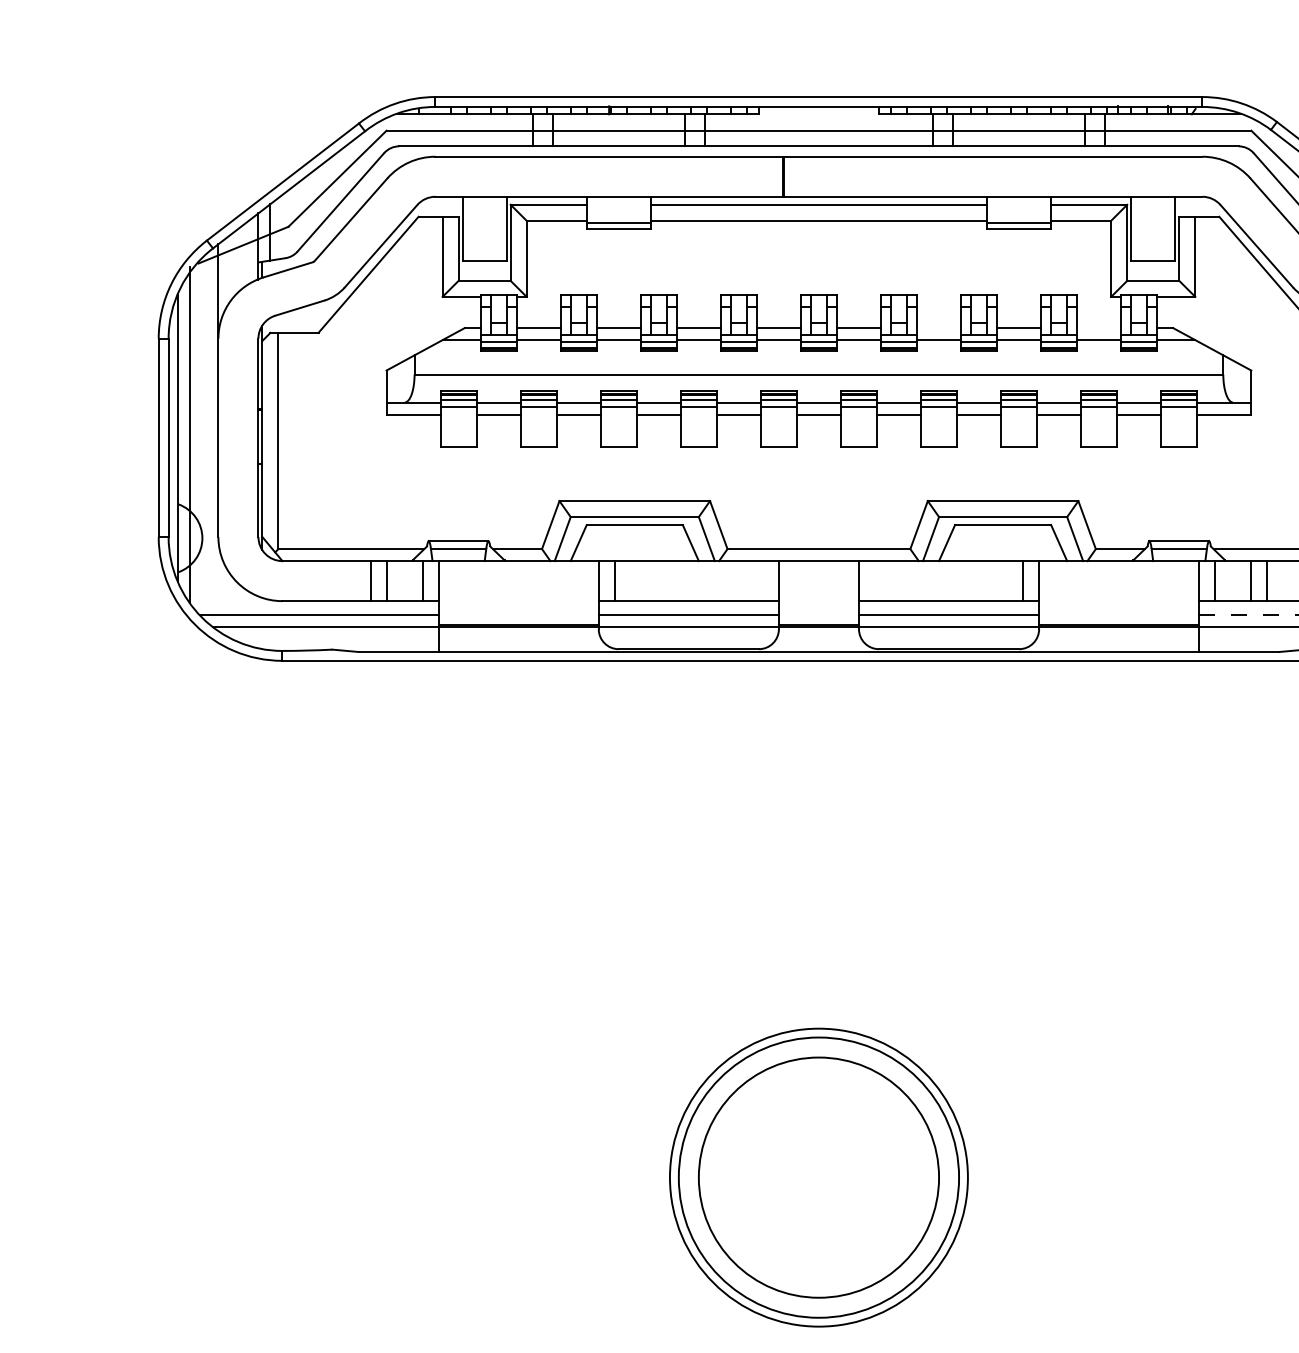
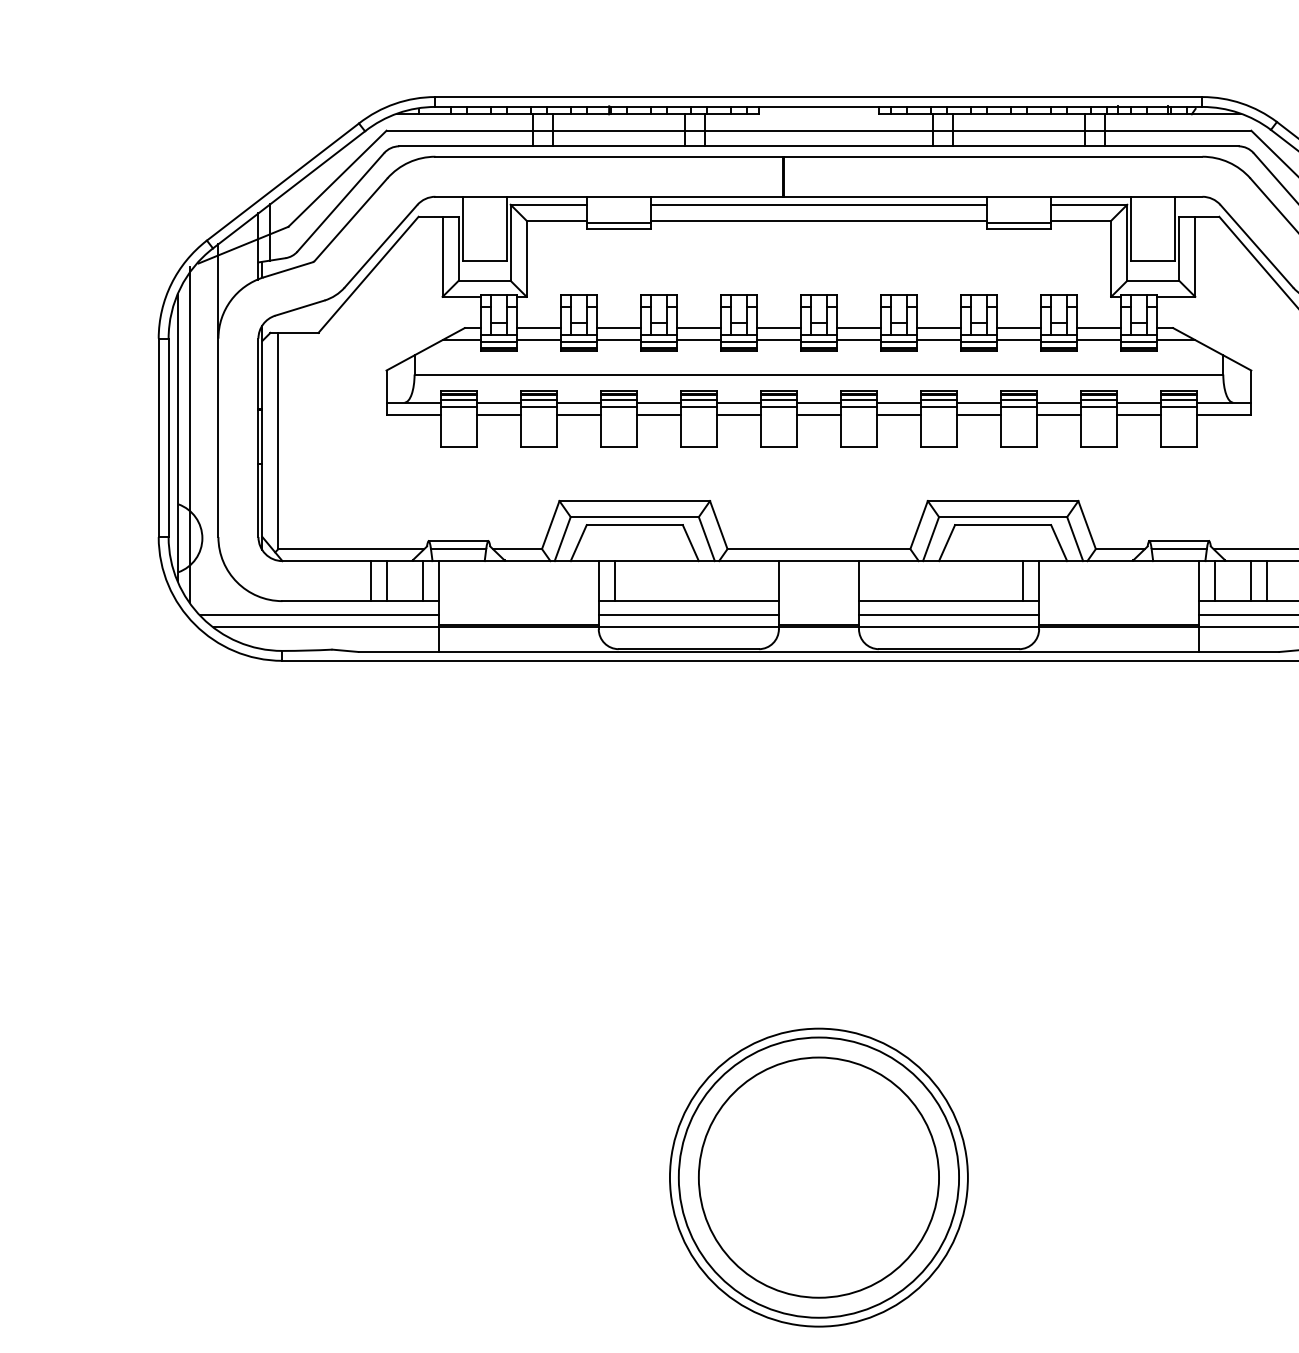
line at (939, 328): none -> present
line at (1099, 328): none -> present
line at (1249, 614): dashed -> solid
